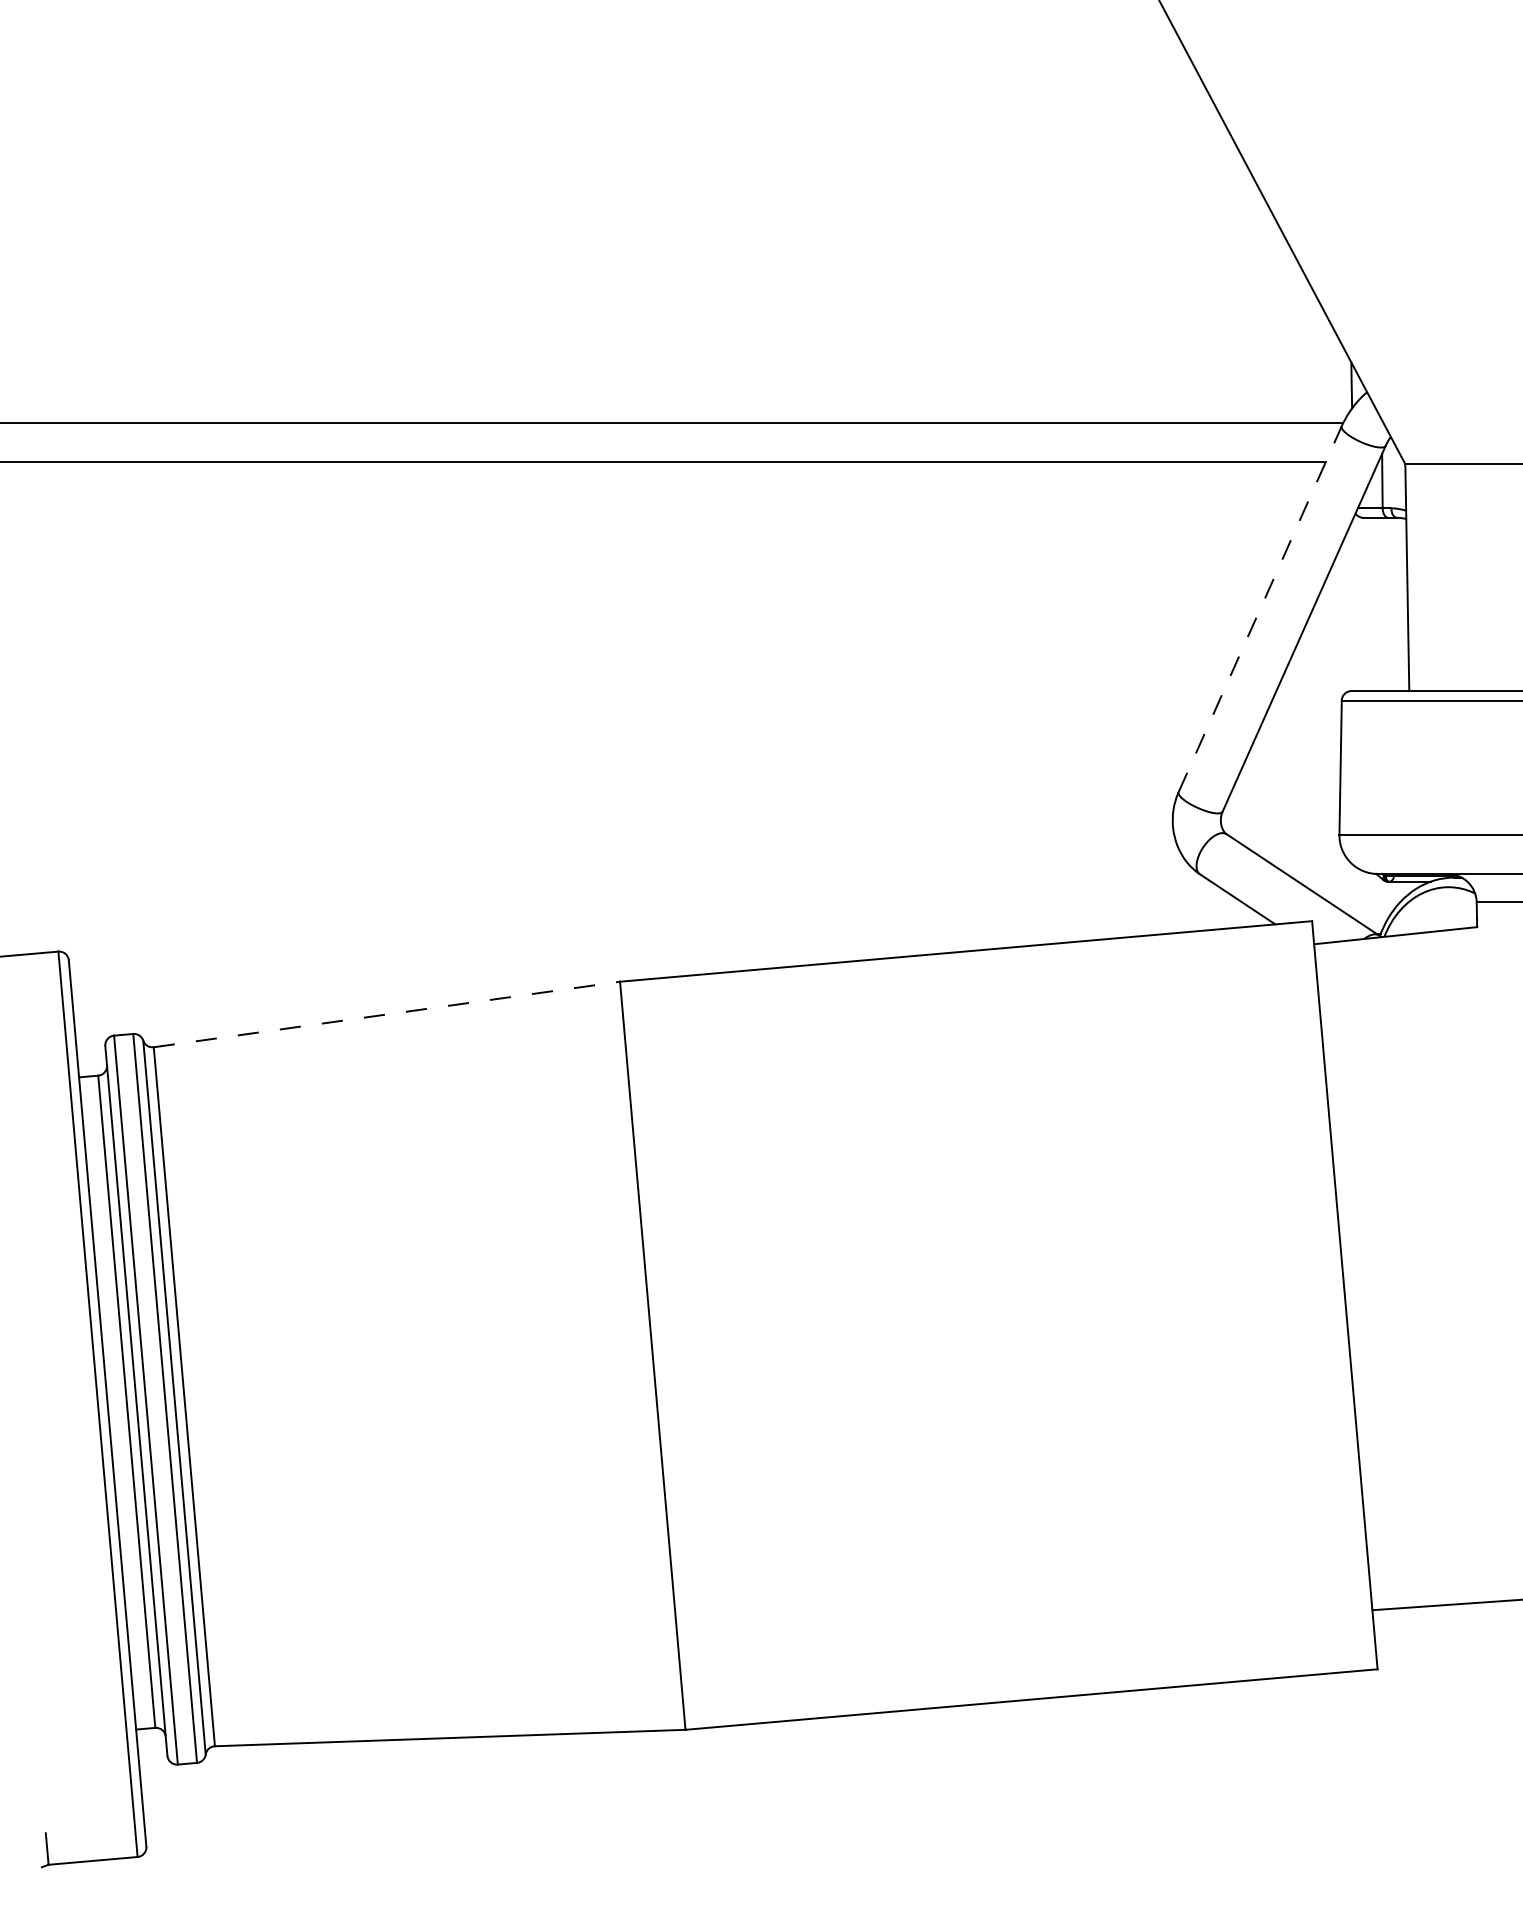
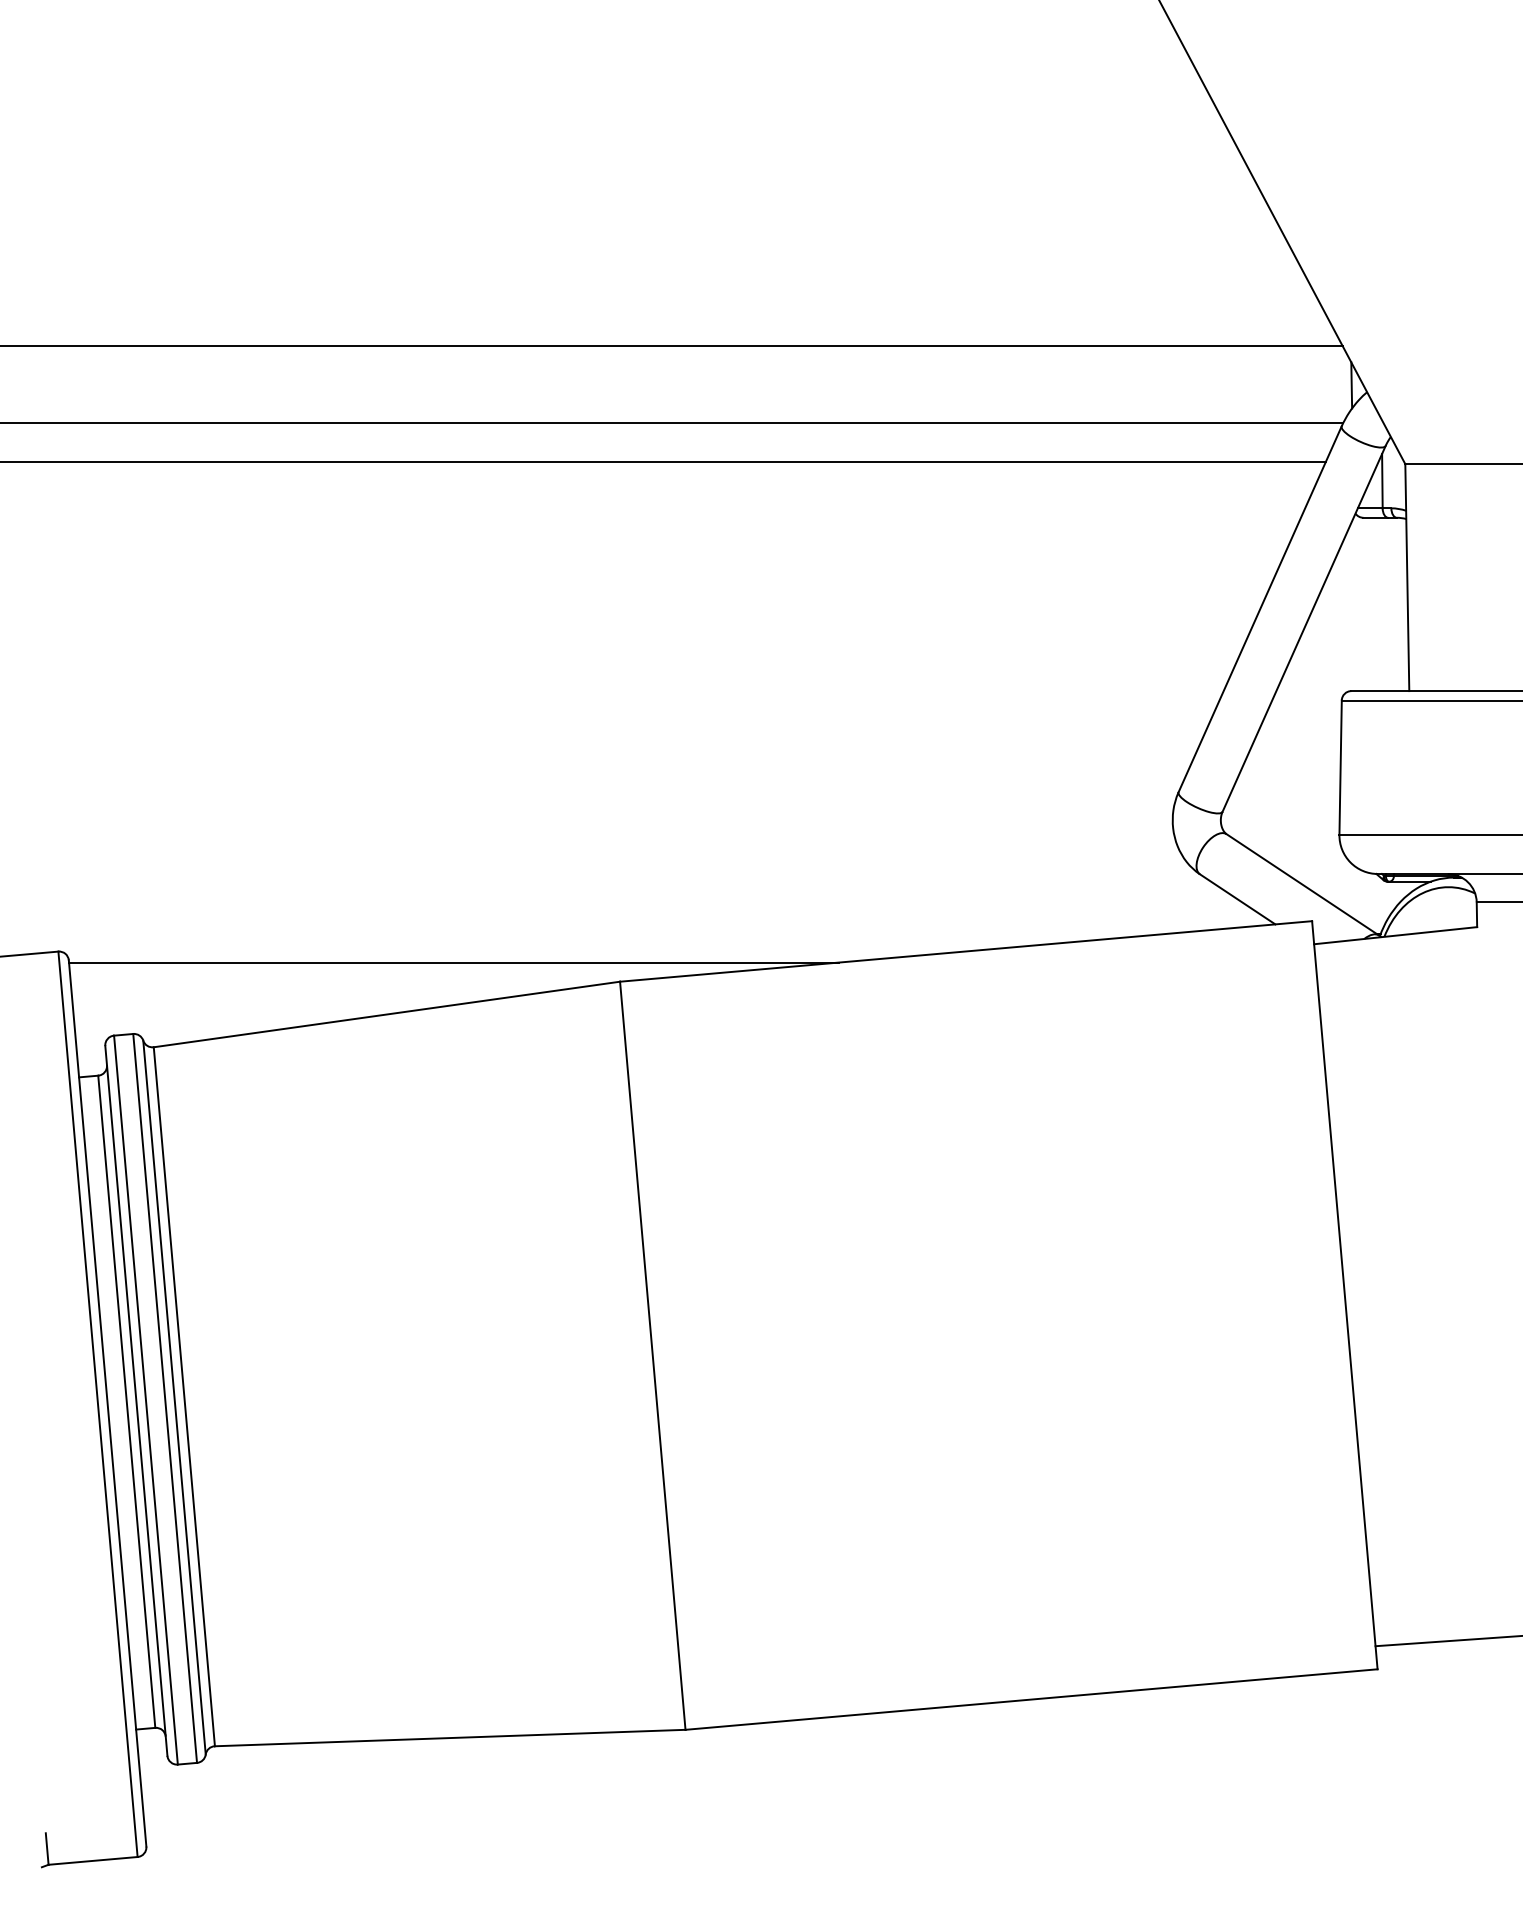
line at (672, 346): none -> present
line at (1260, 608): dashed -> solid
line at (453, 962): none -> present
line at (387, 1014): dashed -> solid
line at (1445, 1604) position: (1445, 1604) -> (1447, 1641)
